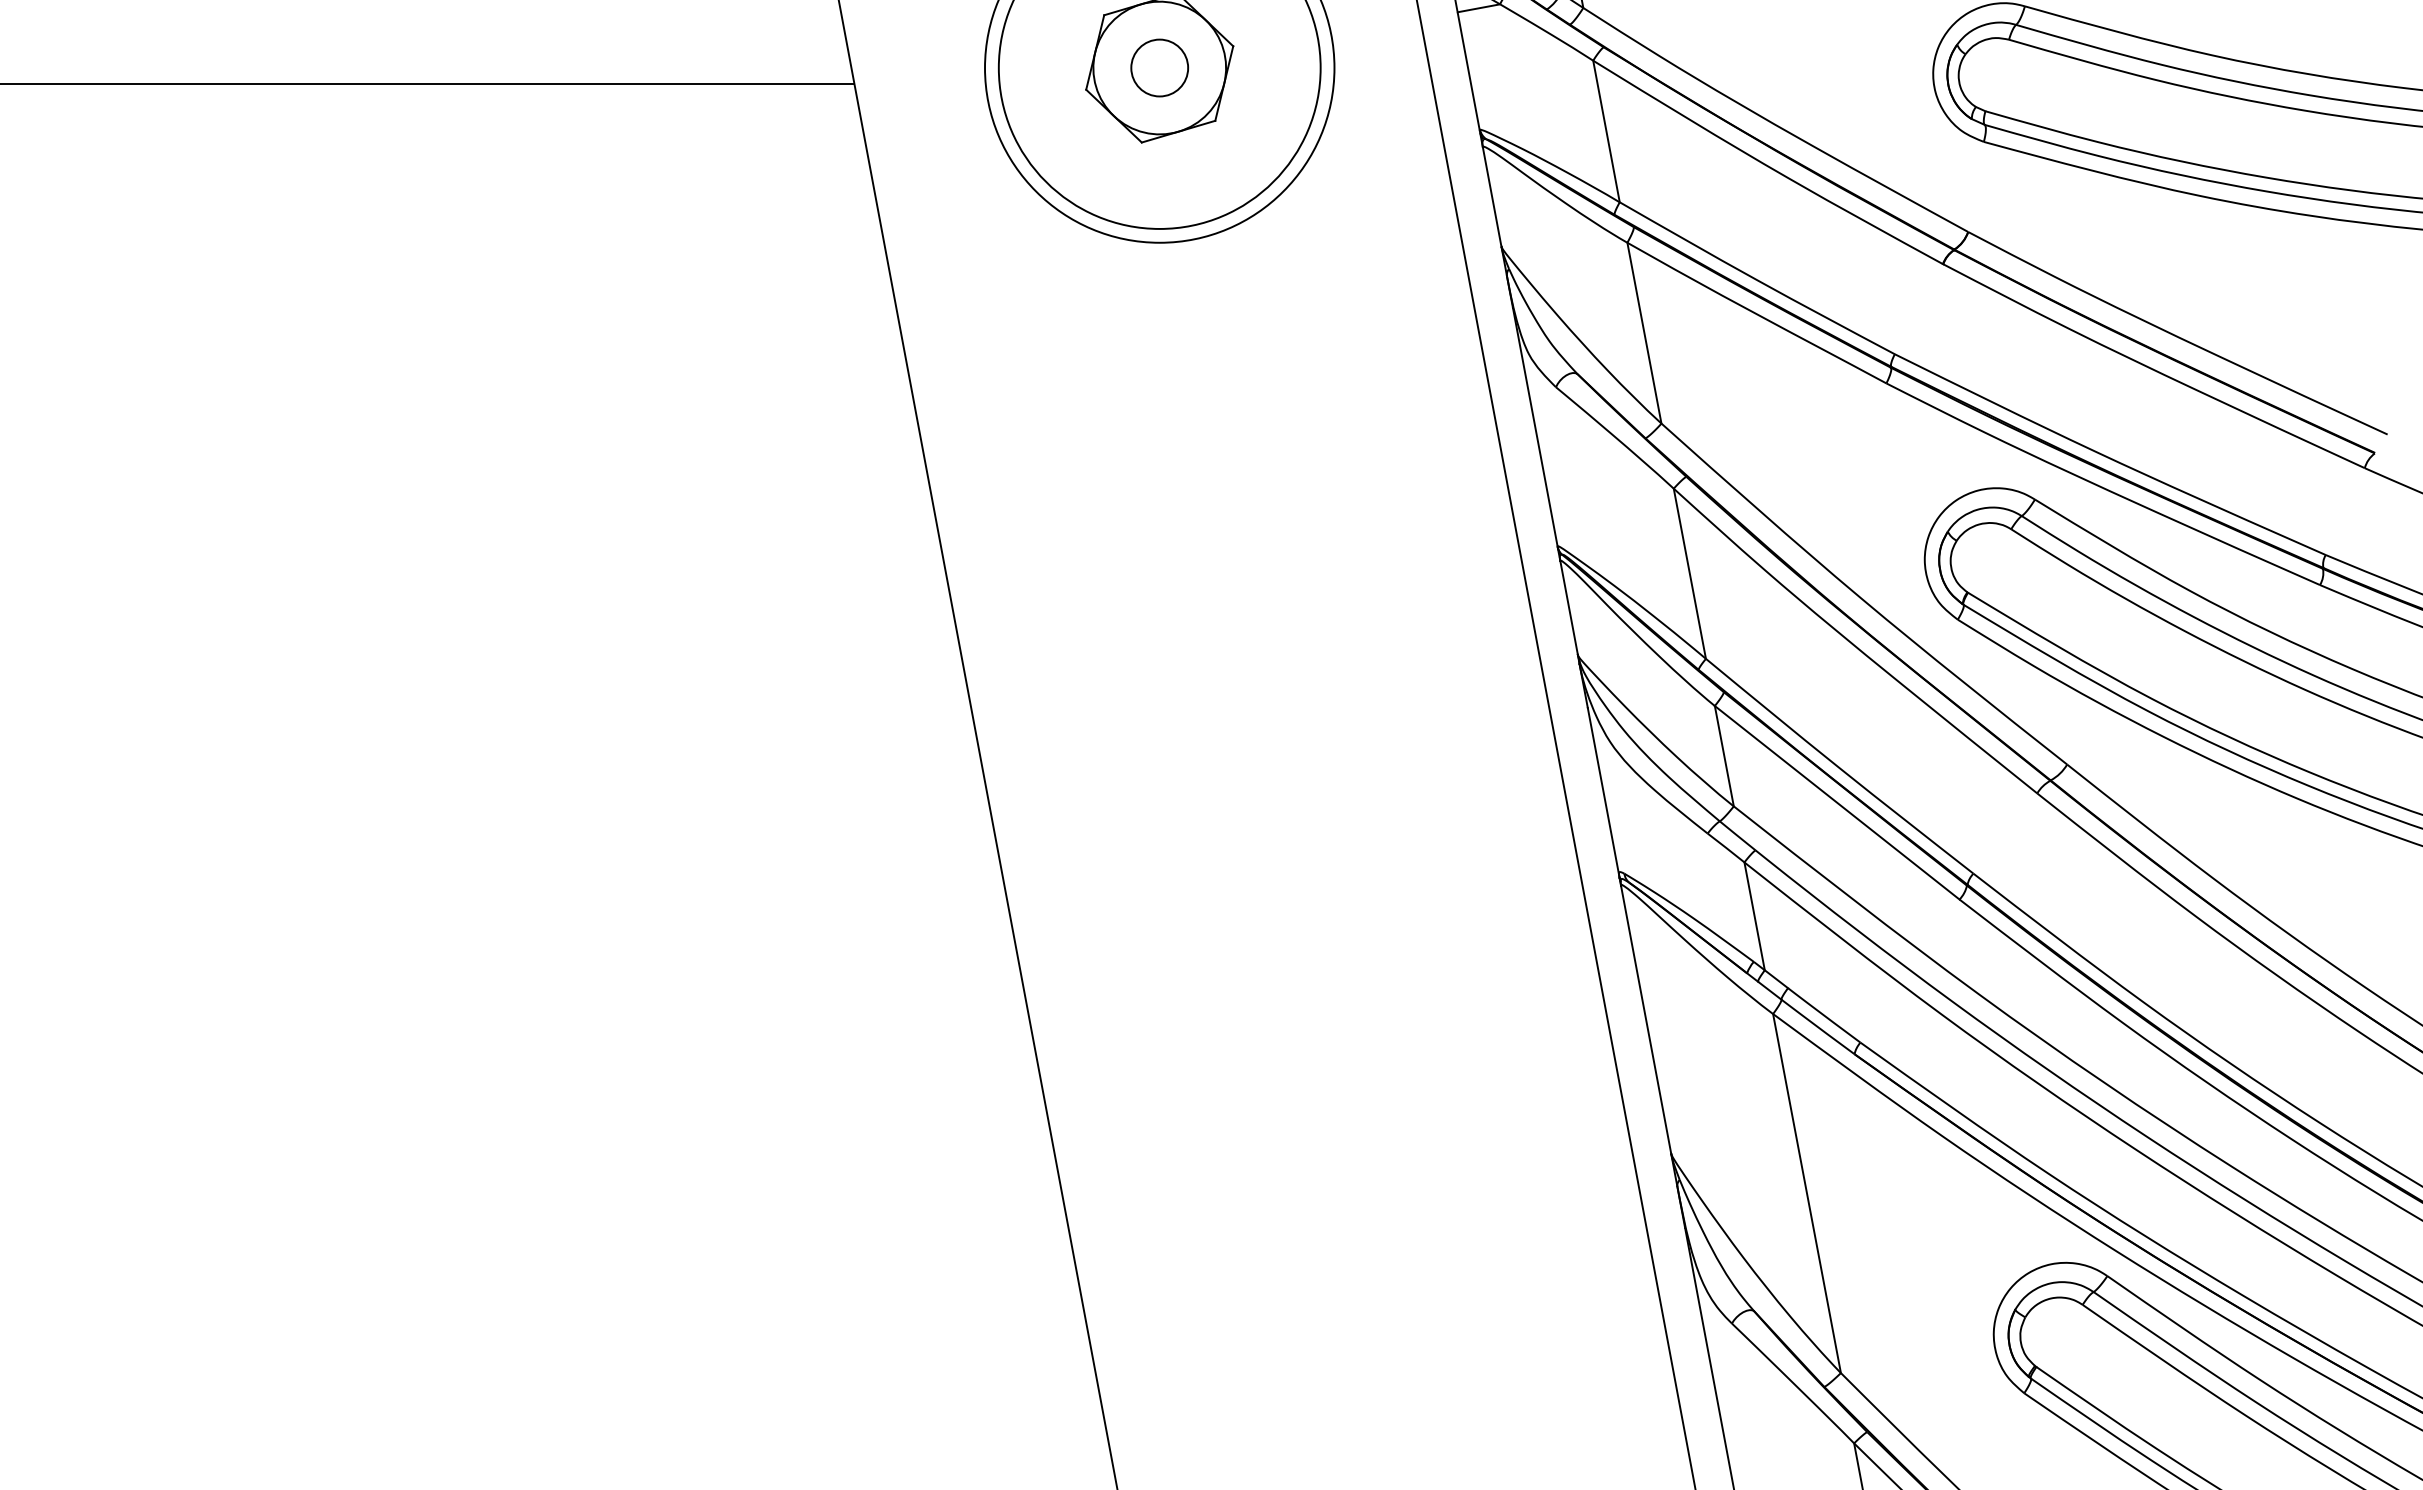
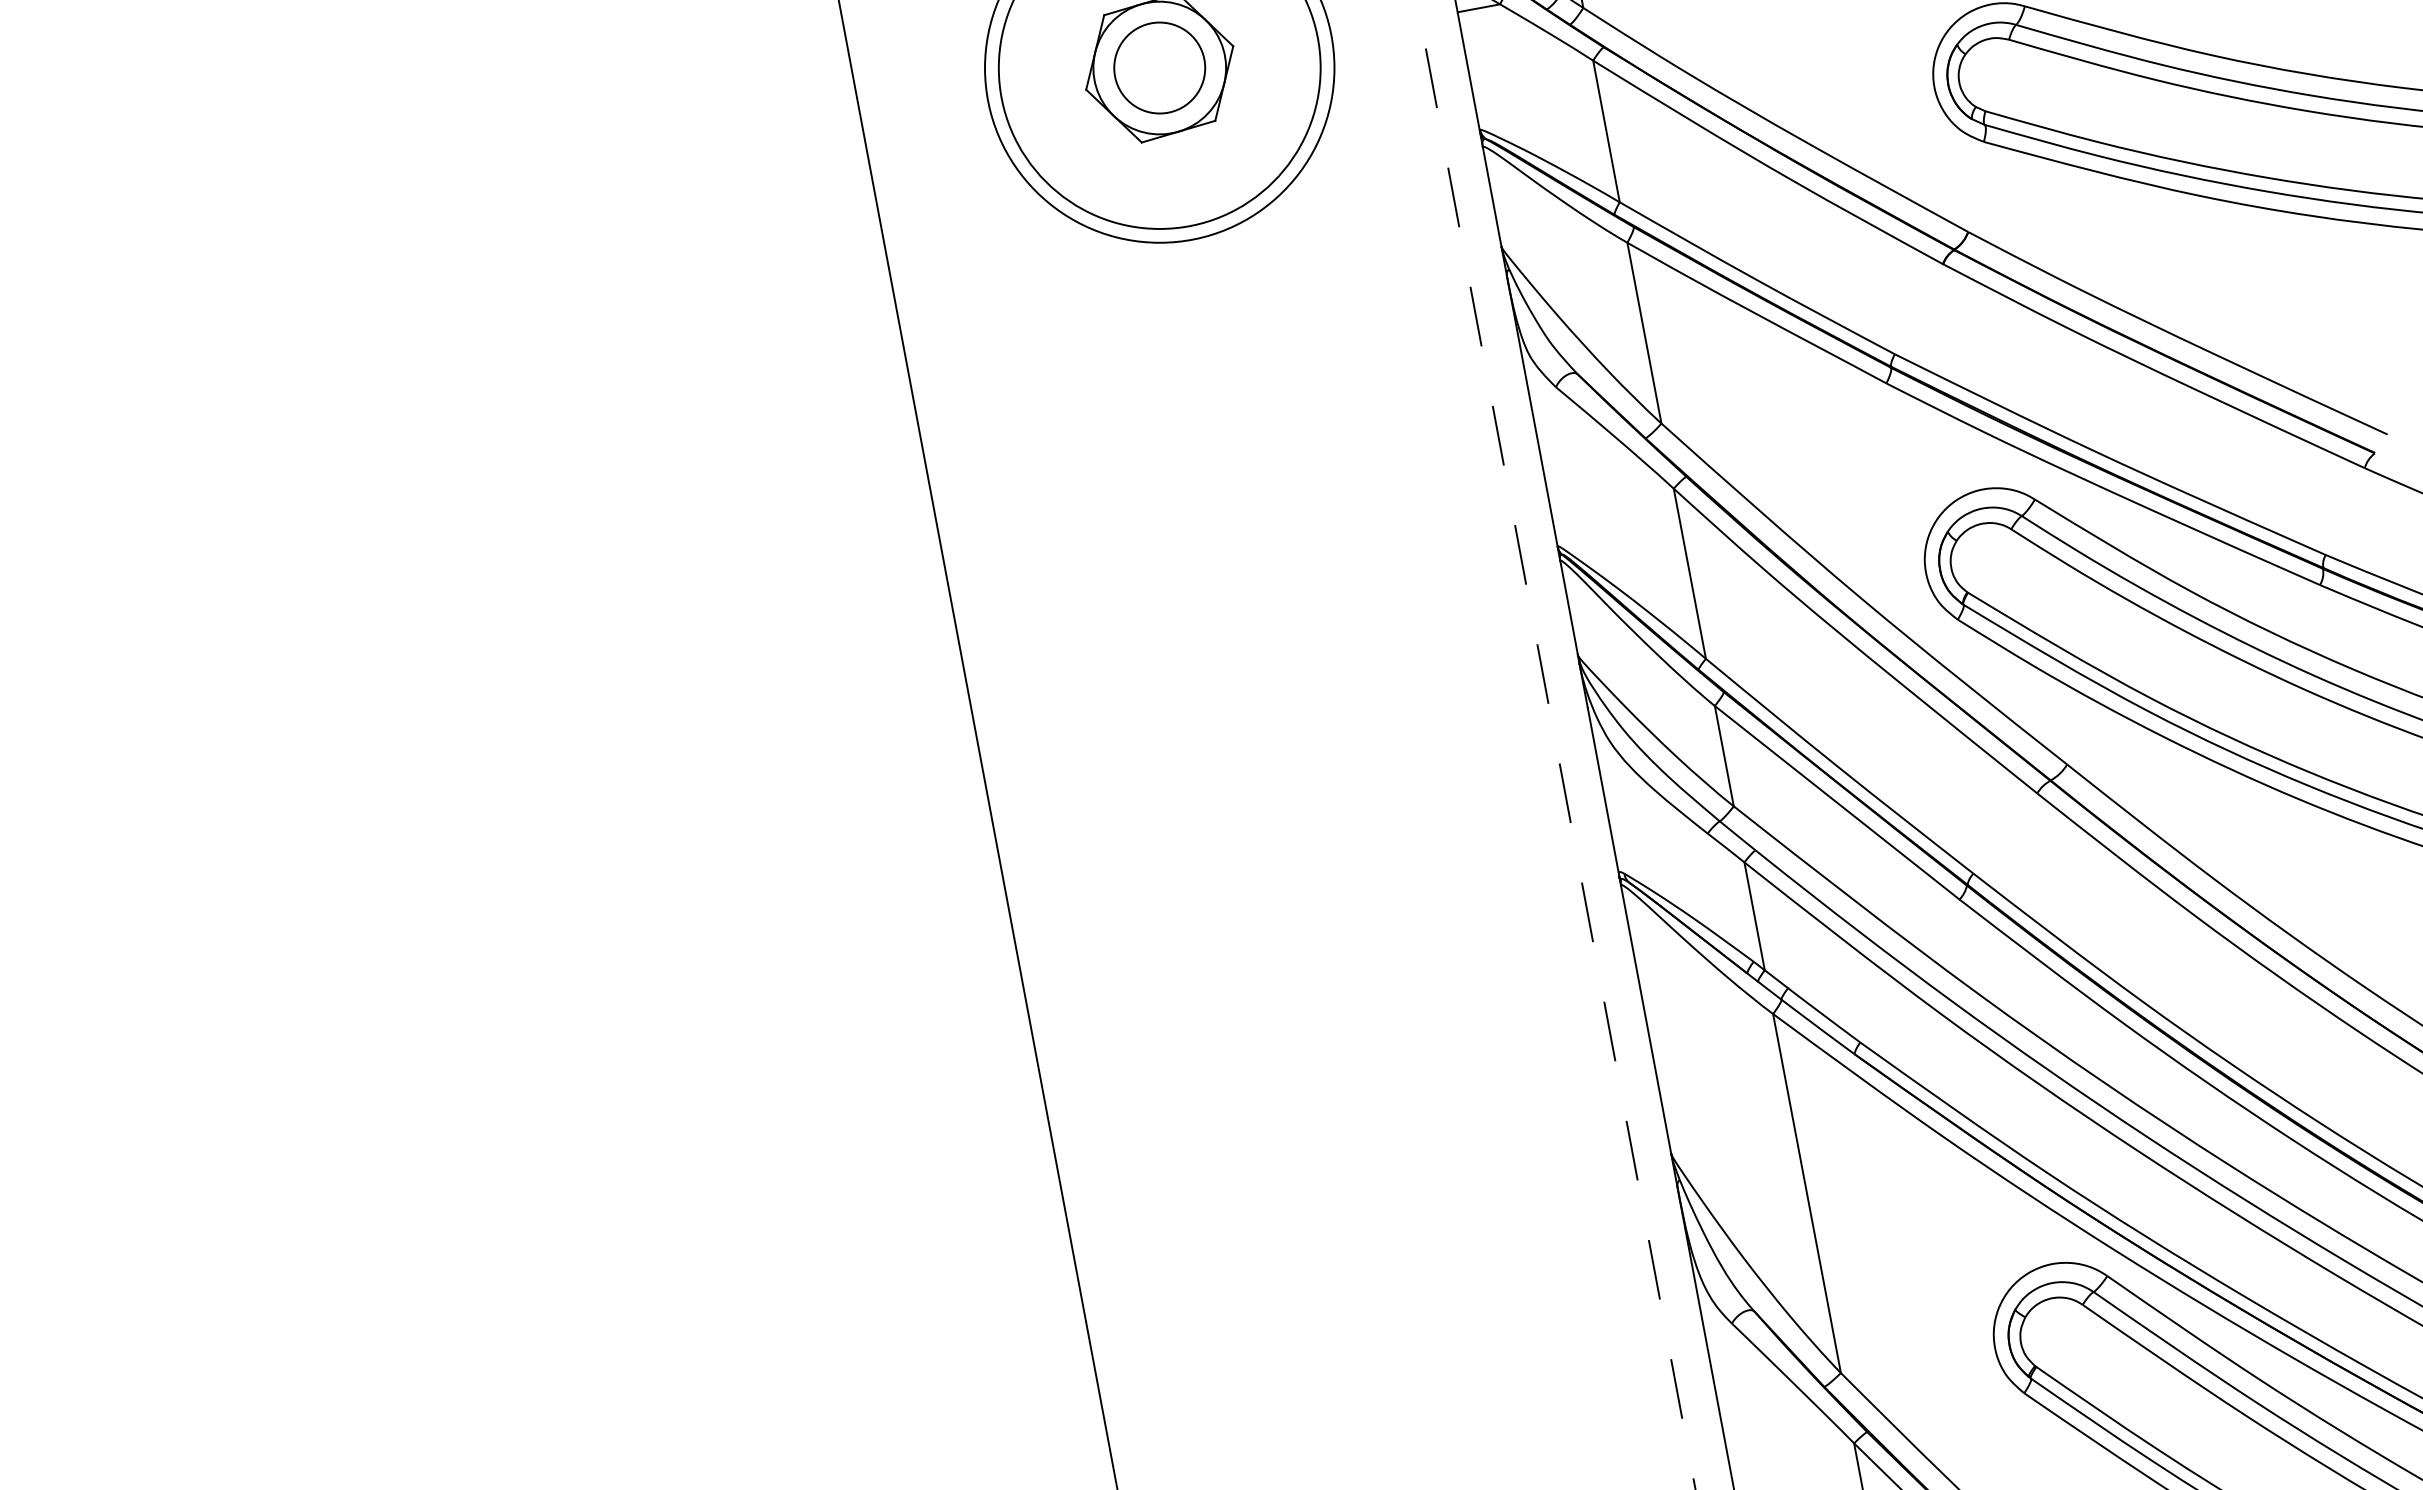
circle at (1159, 67) diameter: 57 px -> 91 px
line at (428, 84): present -> none
line at (1556, 745): solid -> dashed
